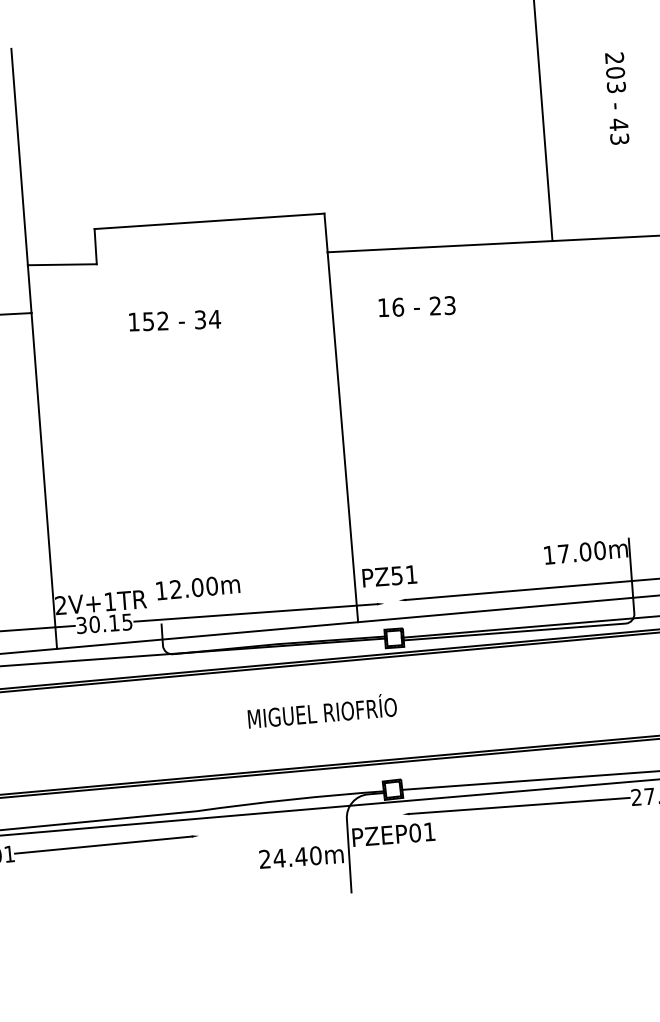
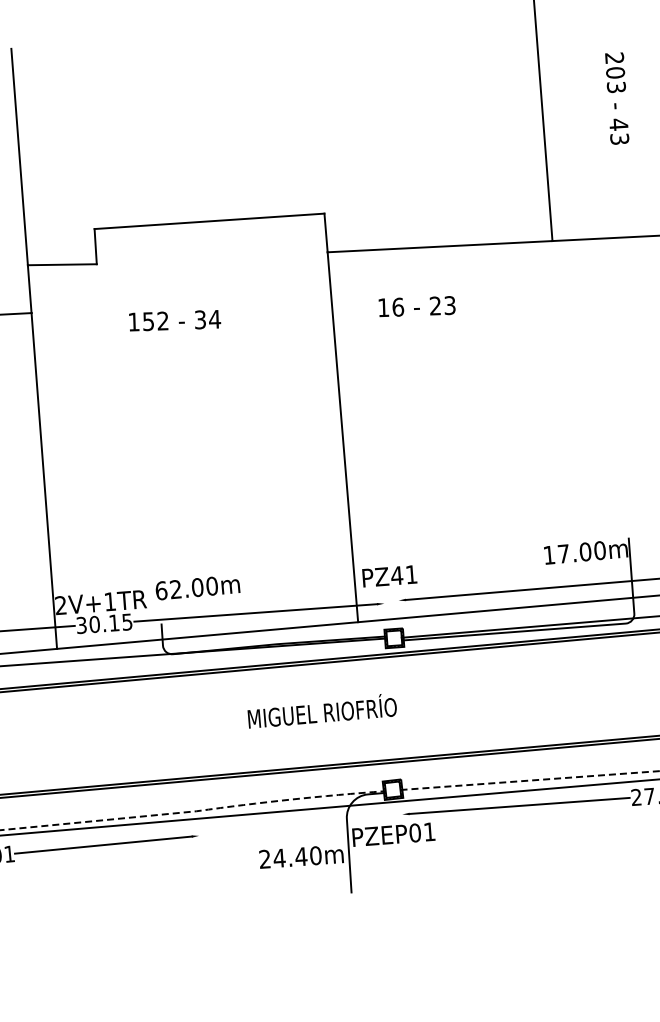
text at (397, 575): PZ51 -> PZ41
text at (161, 590): 12.00m -> 62.00m
line at (530, 780): solid -> dashed
line at (196, 811): solid -> dashed
